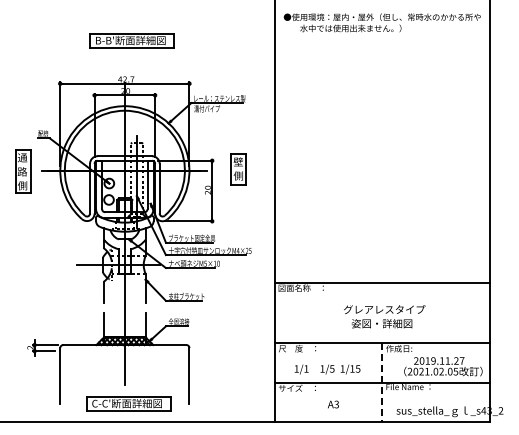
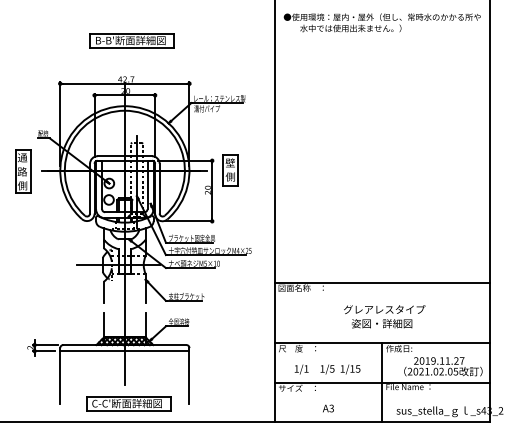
part at (238, 169) position: (238, 169) -> (230, 170)
line at (124, 351): none -> present
line at (382, 383): dashed -> solid
text at (333, 404) position: (333, 404) -> (328, 408)
